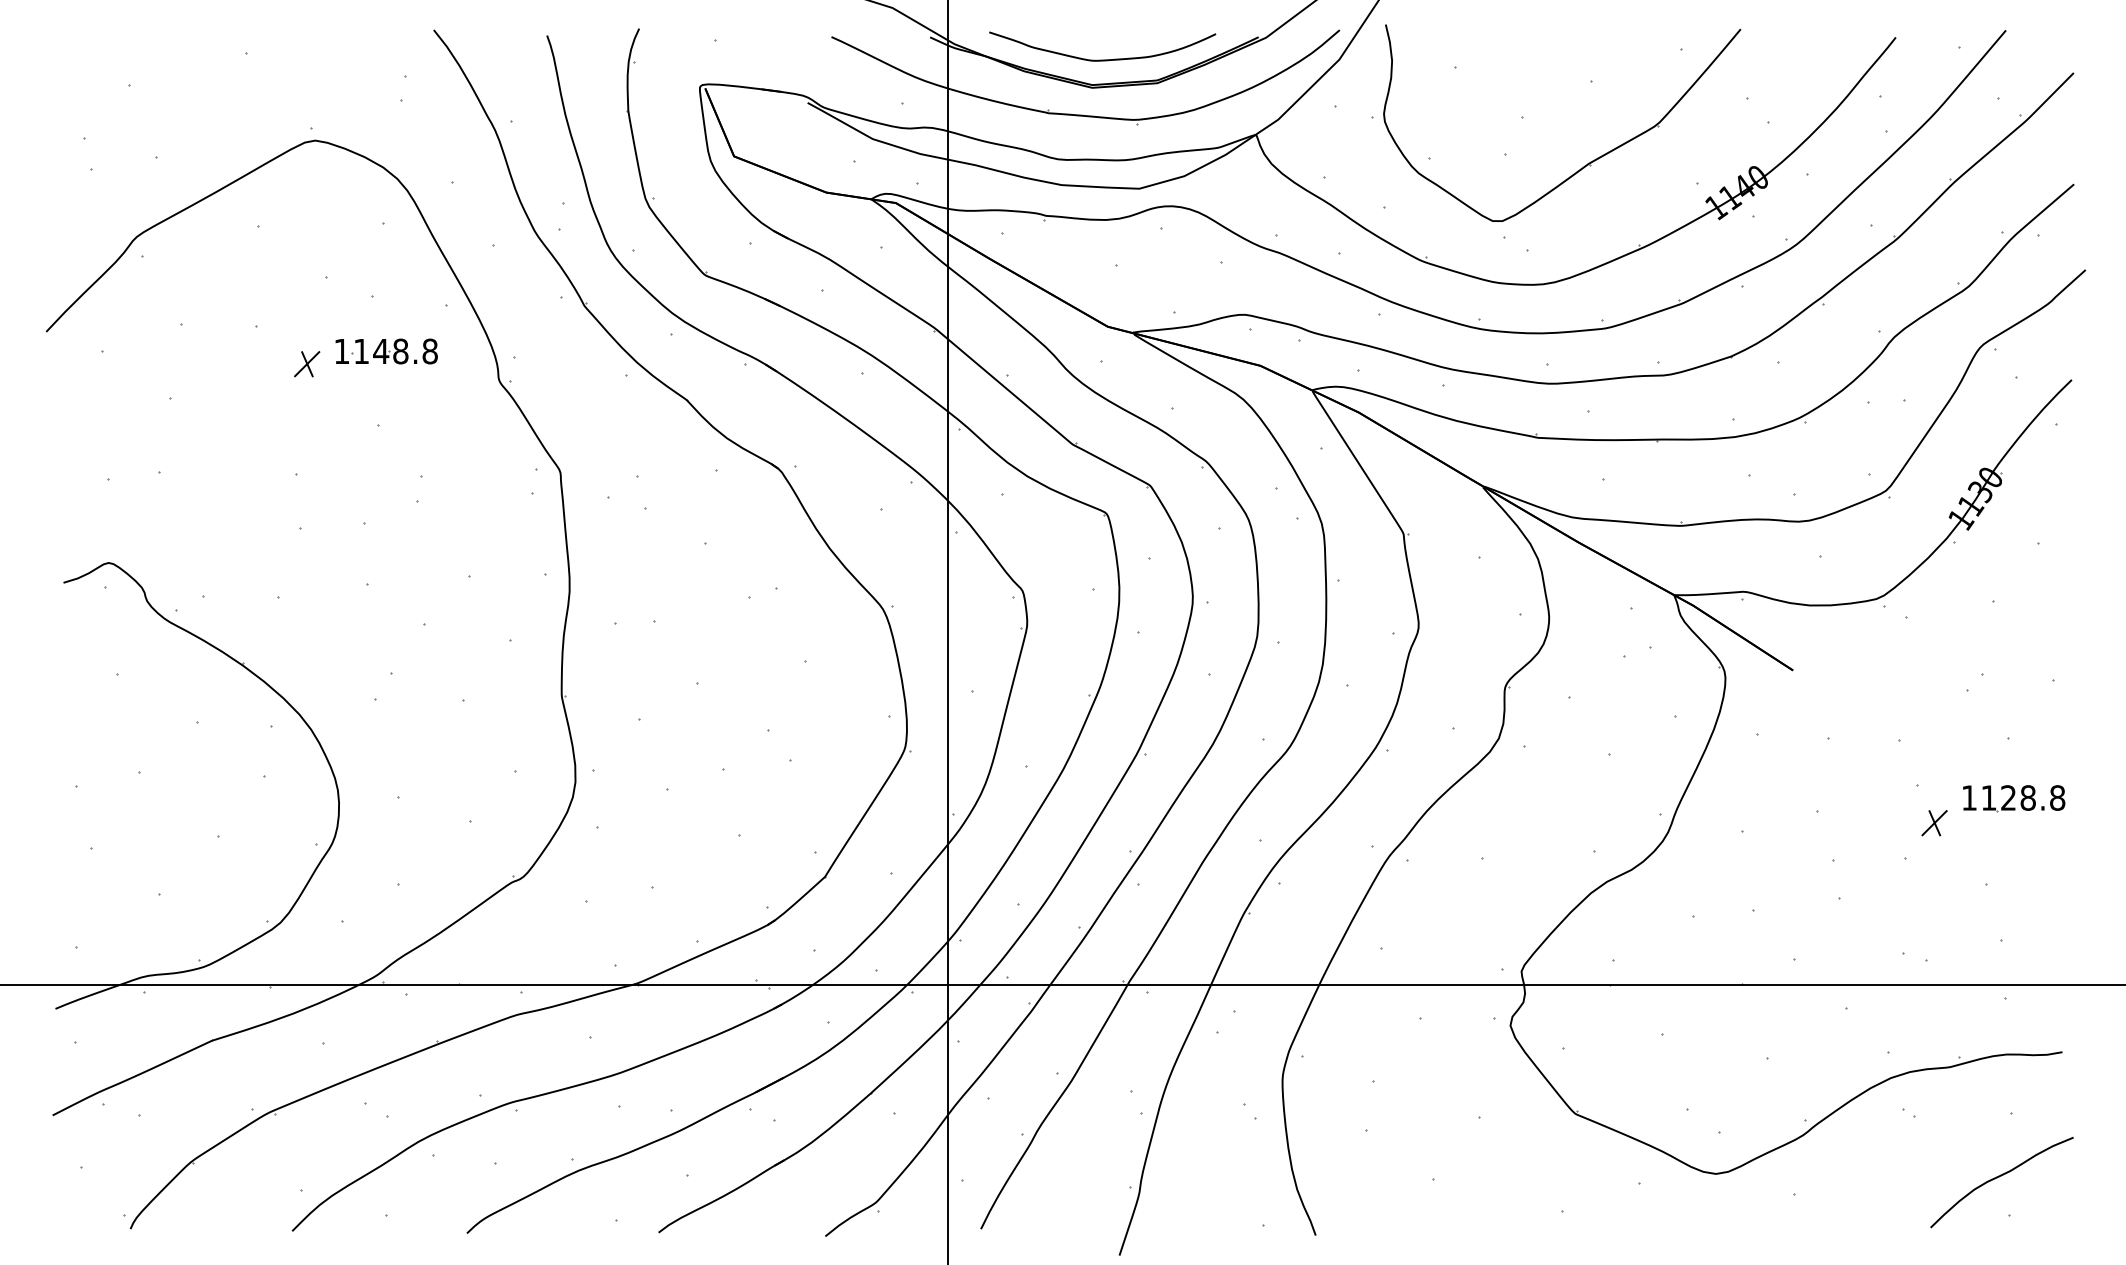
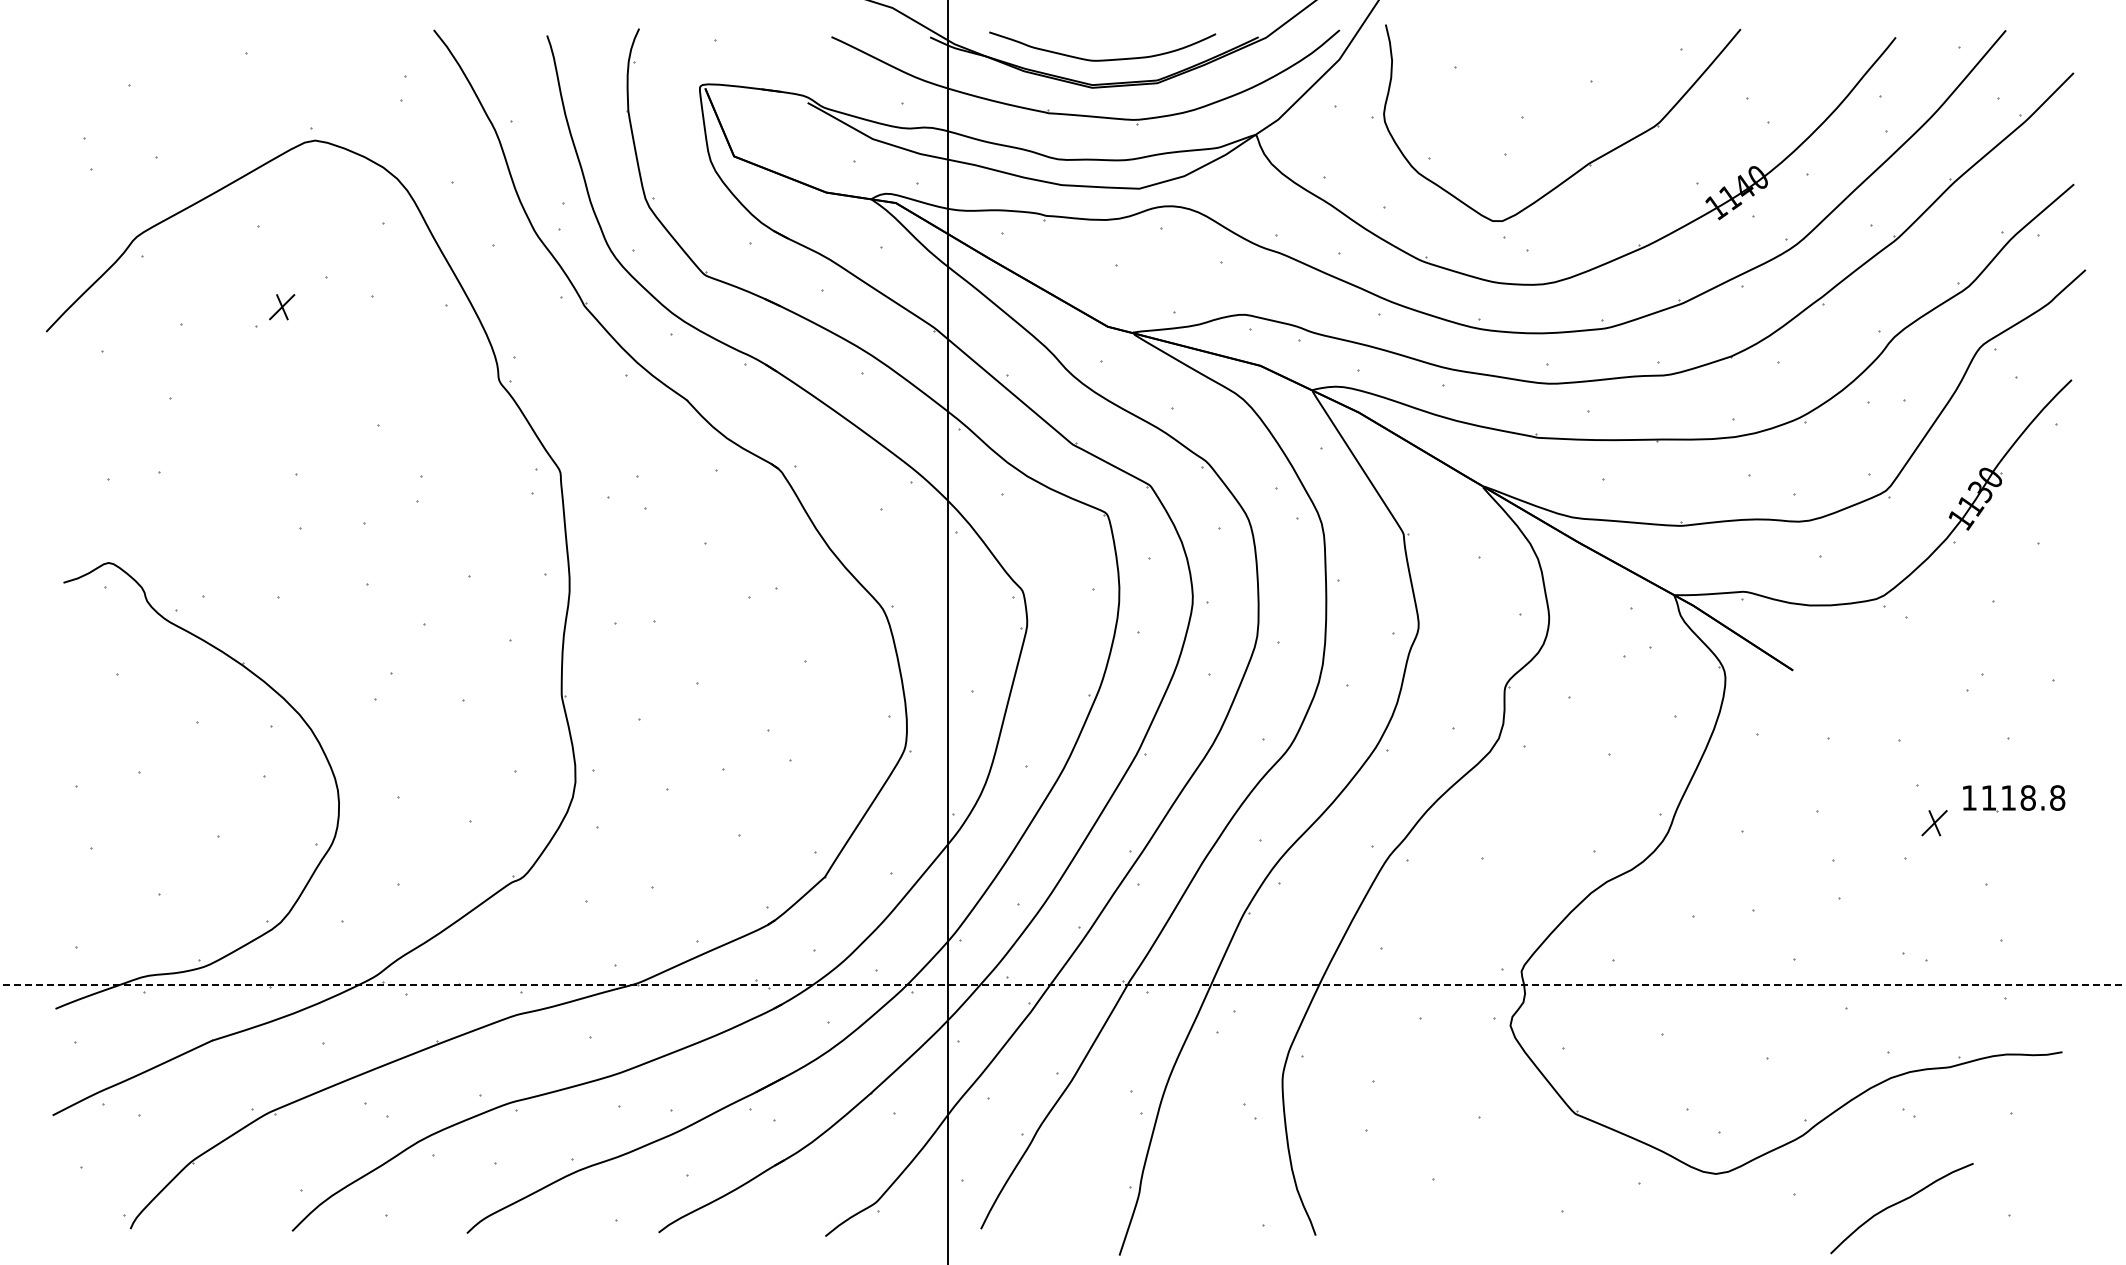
part at (386, 351): present -> none
part at (307, 364) position: (307, 364) -> (282, 307)
text at (2008, 797): 1128.8 -> 1118.8
line at (1064, 984): solid -> dashed
curve at (1999, 1177) position: (1999, 1177) -> (1899, 1203)
